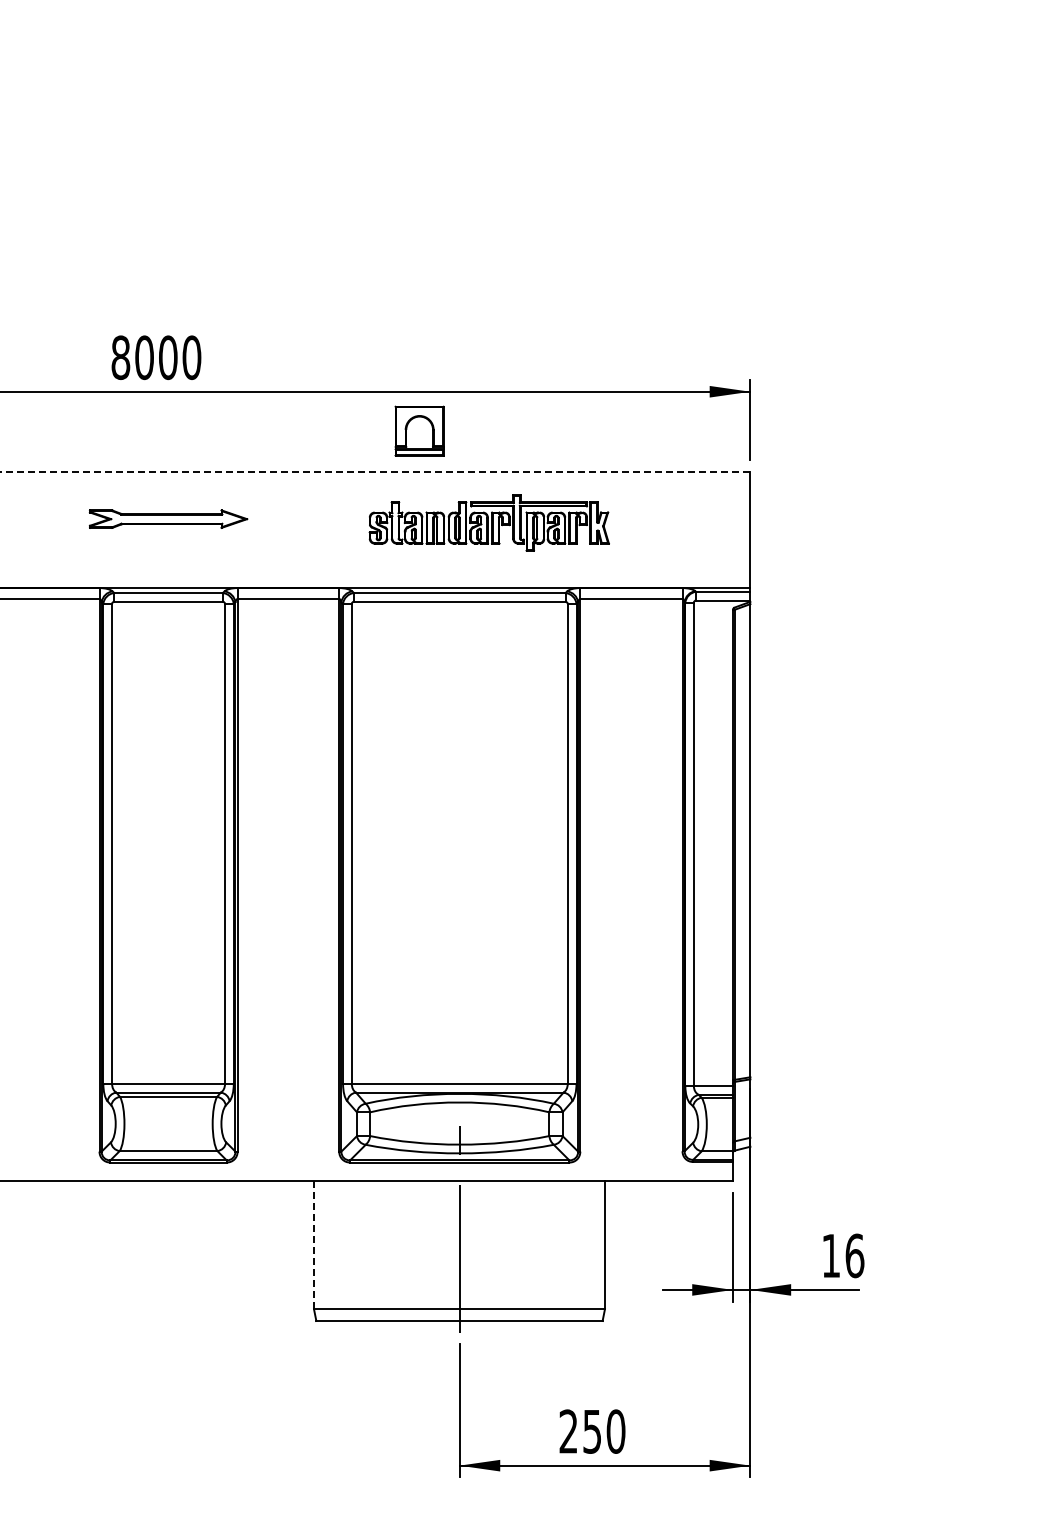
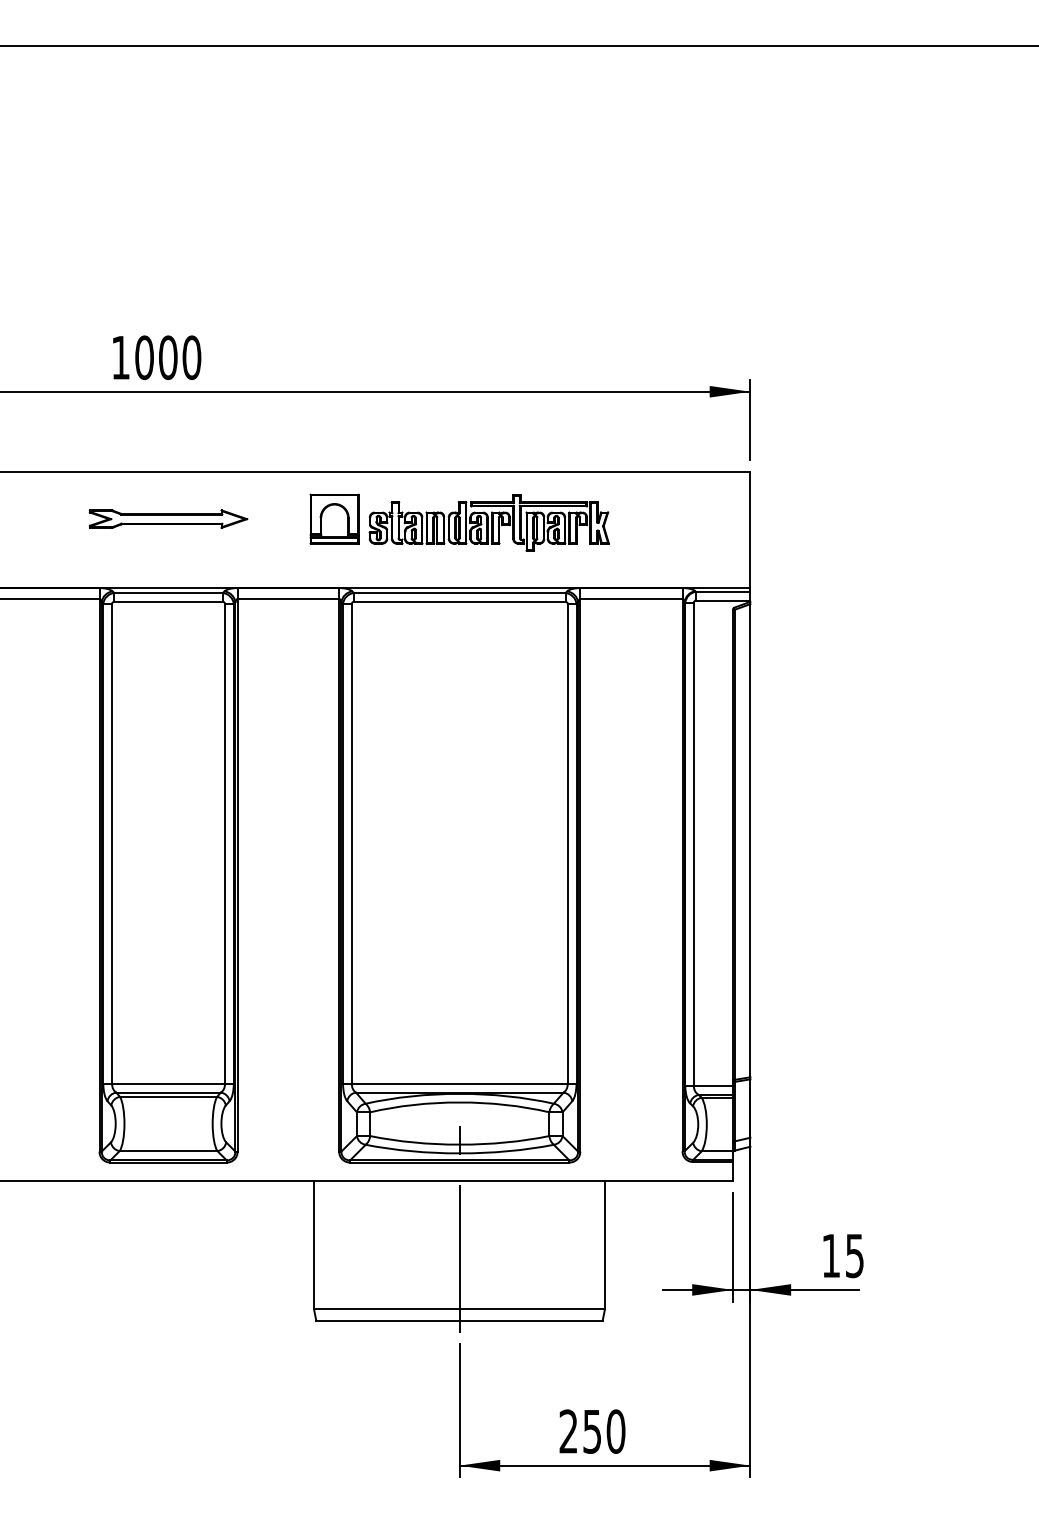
line at (518, 45): none -> present
text at (120, 357): 8000 -> 1000
part at (419, 430) position: (419, 430) -> (334, 518)
line at (375, 471): dashed -> solid
line at (314, 1245): dashed -> solid
text at (854, 1255): 16 -> 15
